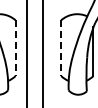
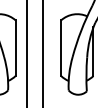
line at (15, 48): dashed -> solid
line at (61, 48): dashed -> solid
